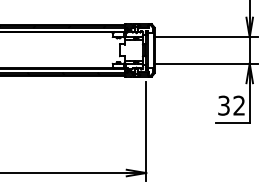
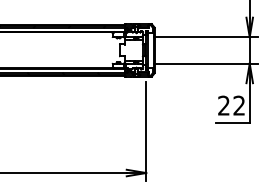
text at (223, 105): 32 -> 22
